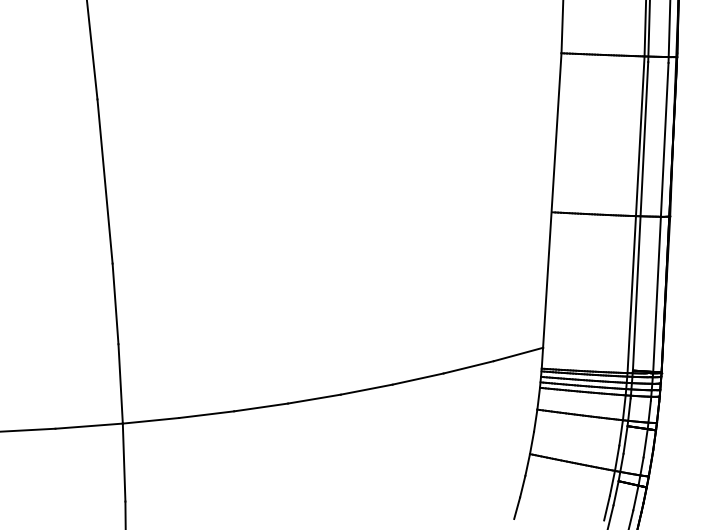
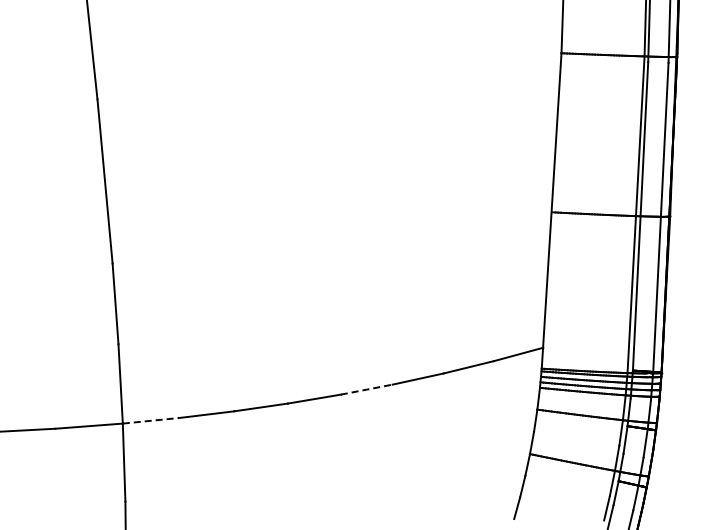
line at (367, 389): solid -> dashed
line at (151, 420): solid -> dashed
